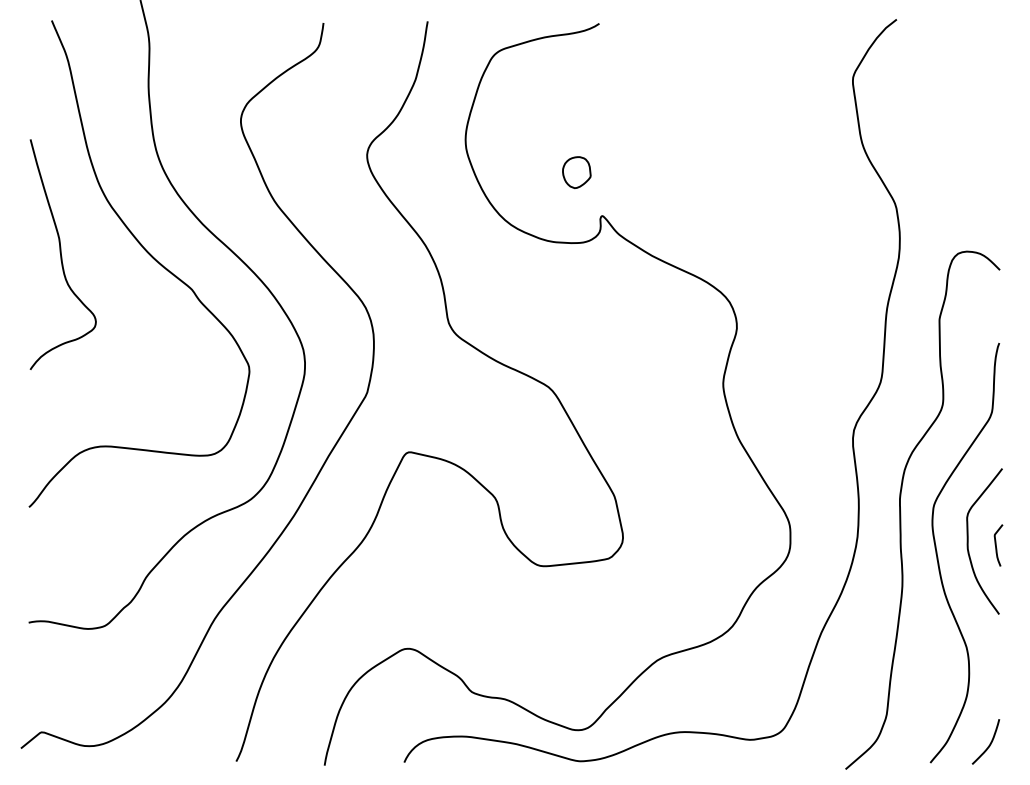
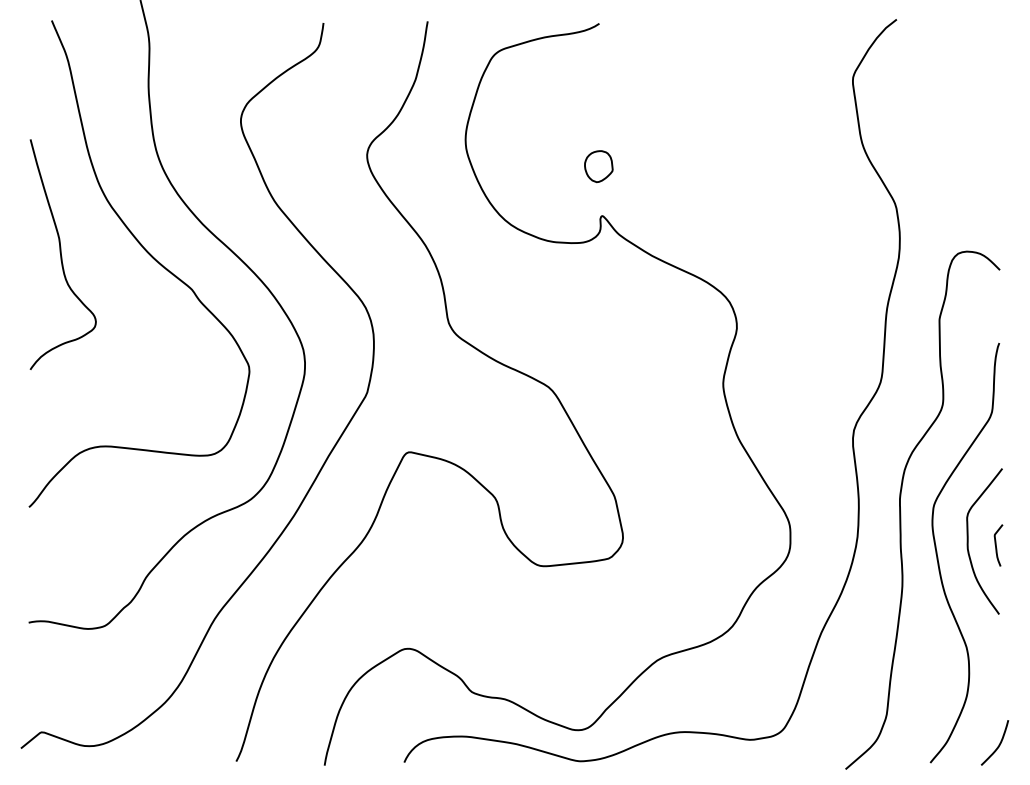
part at (576, 172) position: (576, 172) -> (598, 166)
curve at (989, 743) position: (989, 743) -> (998, 744)
